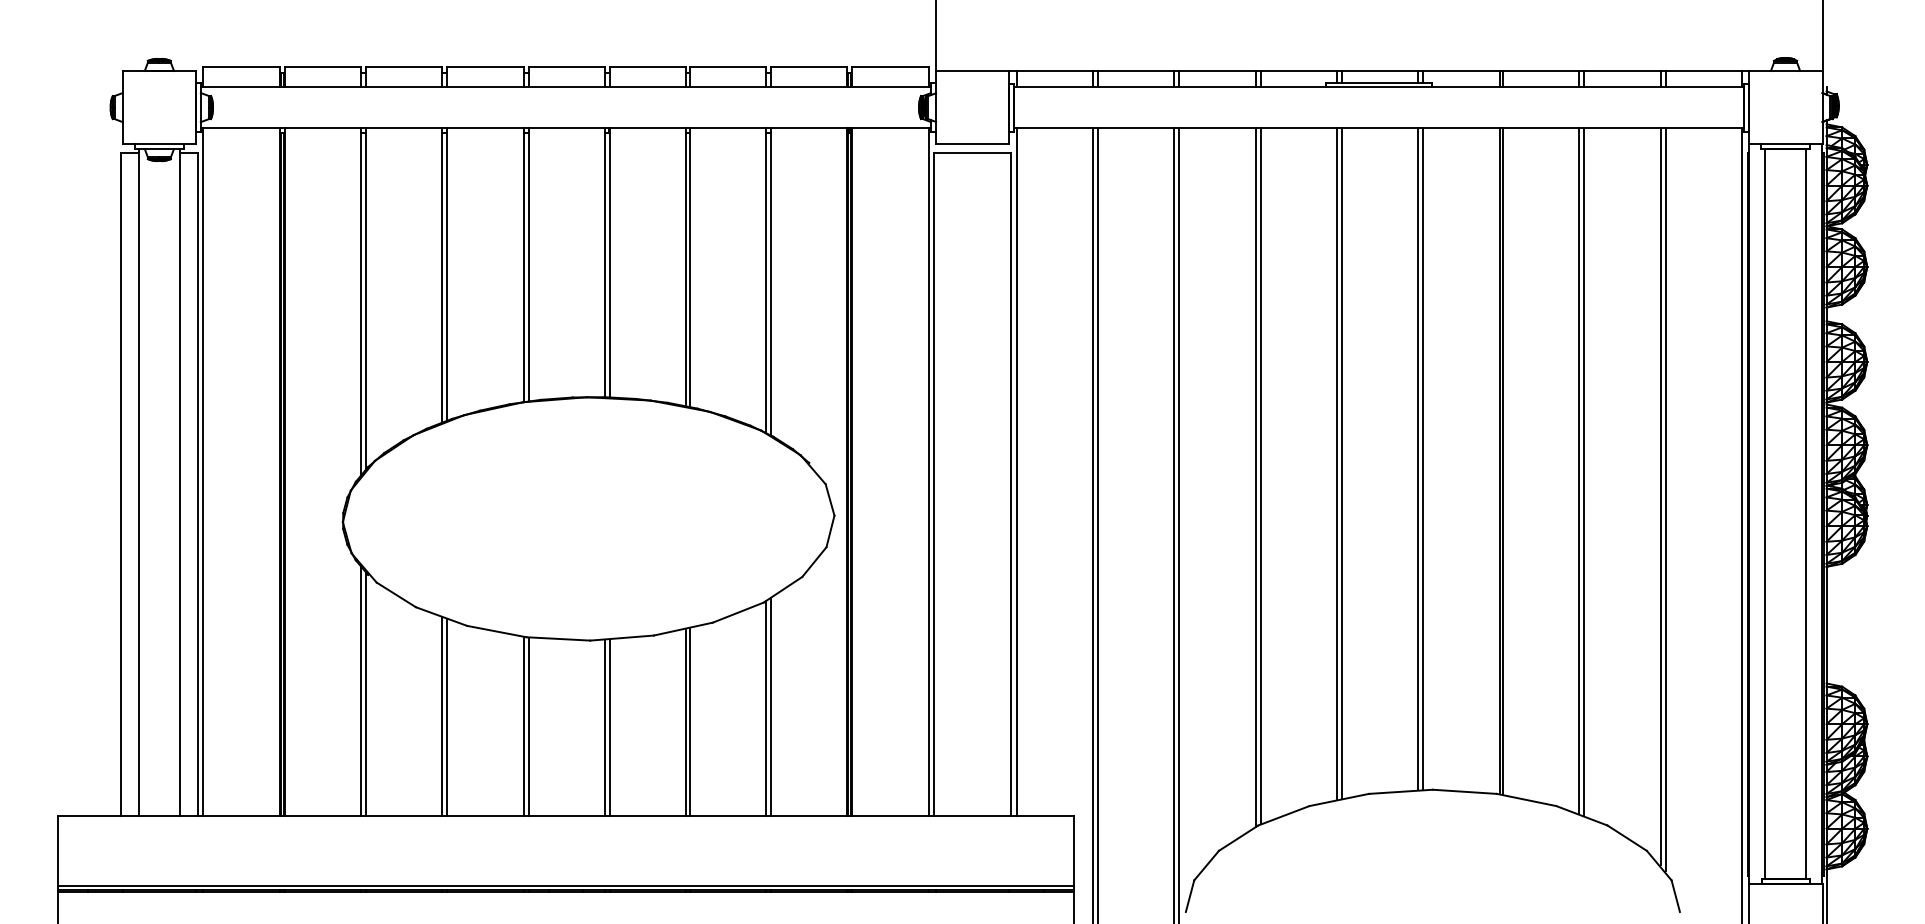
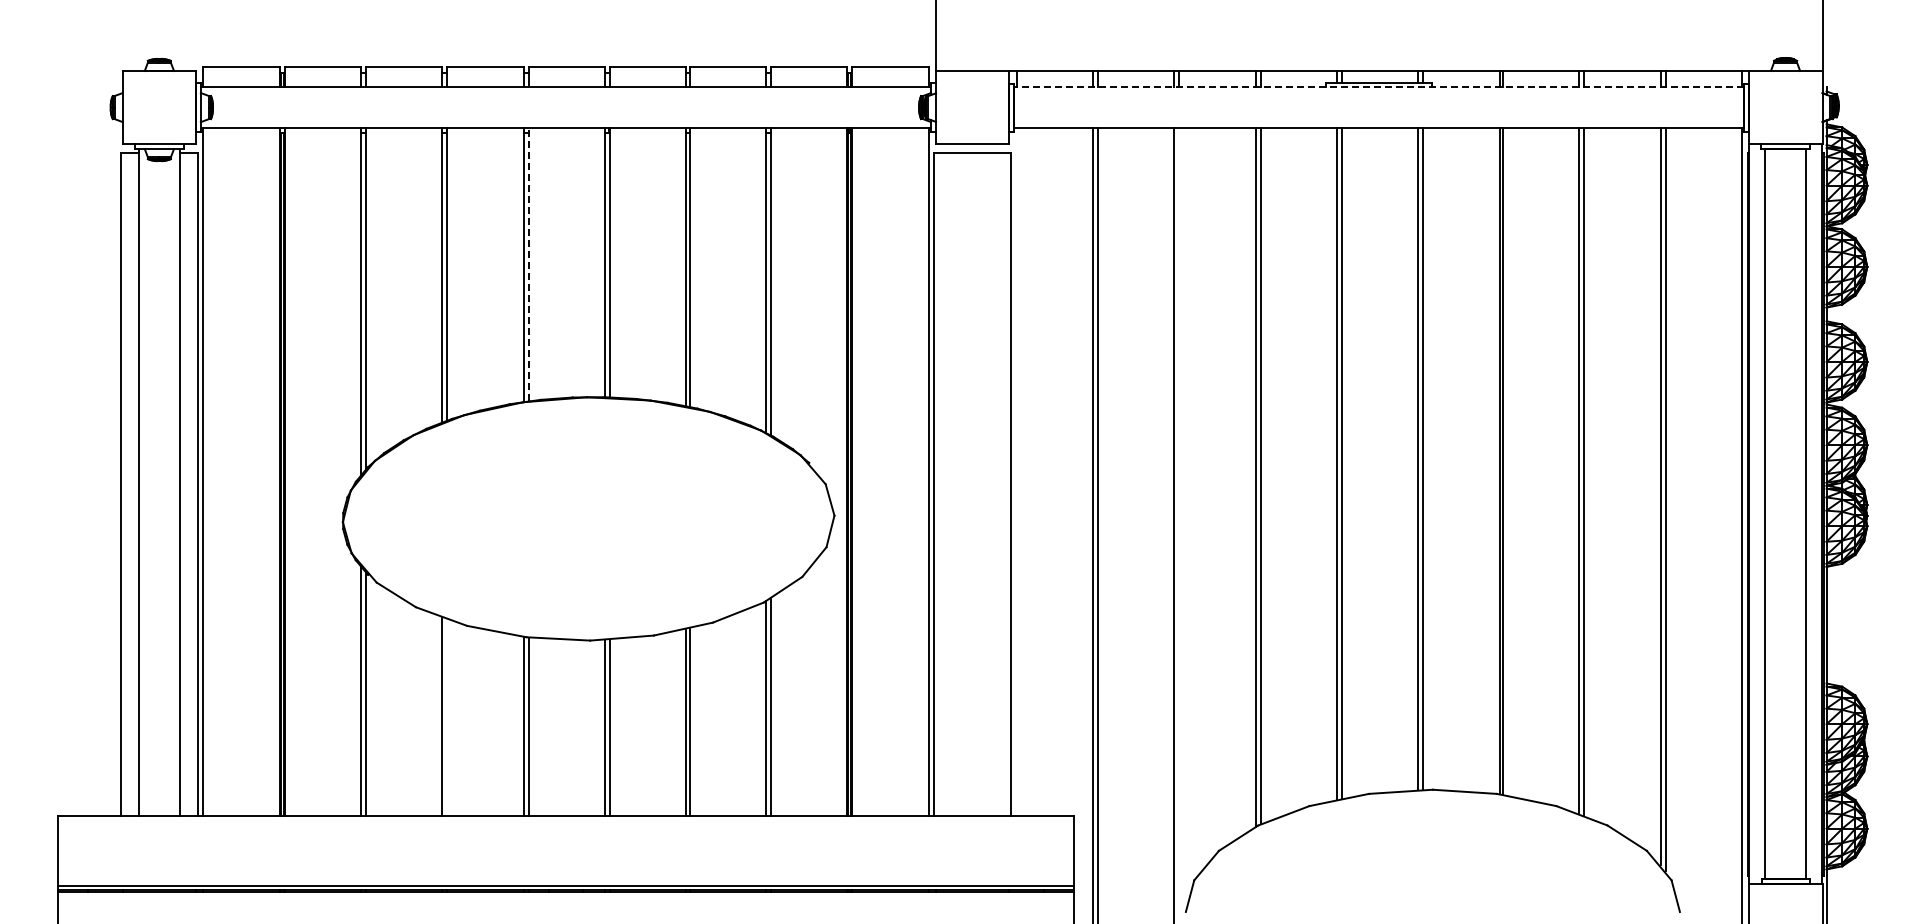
line at (1378, 87): solid -> dashed
line at (528, 264): solid -> dashed
line at (1016, 471): present -> none
line at (1179, 523): present -> none
line at (447, 717): present -> none
